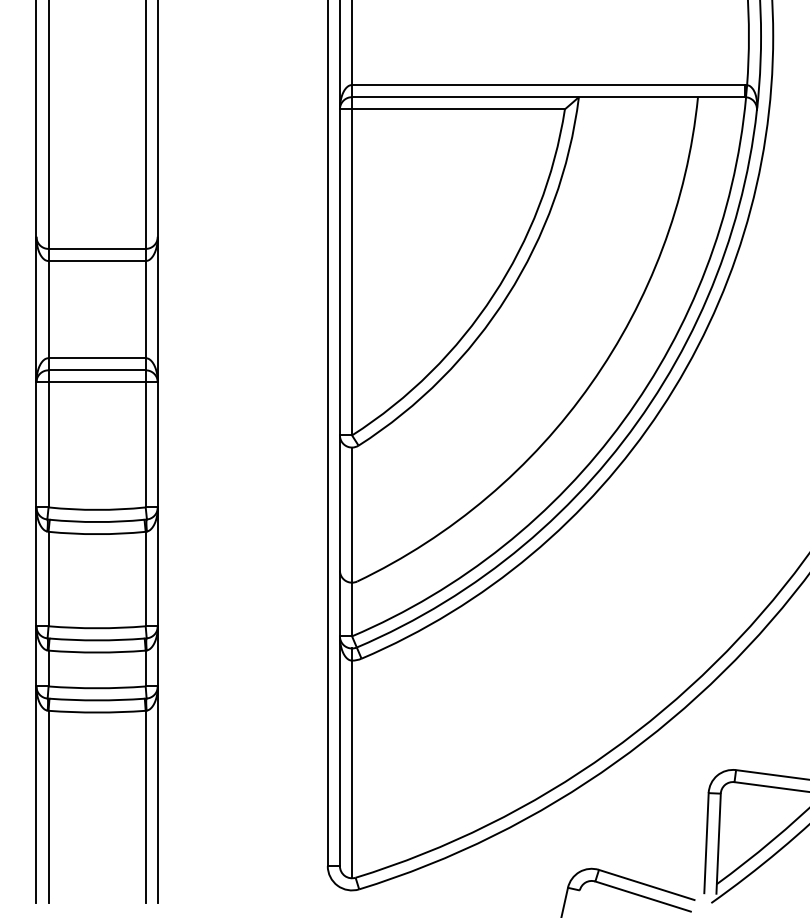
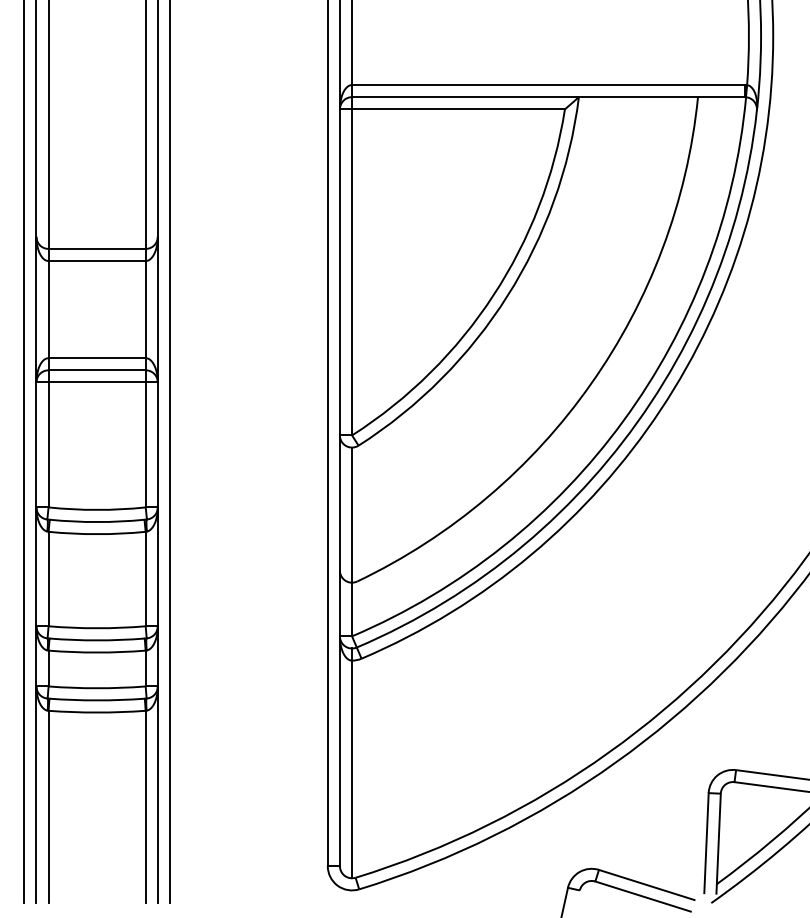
line at (24, 452): none -> present
line at (169, 452): none -> present
